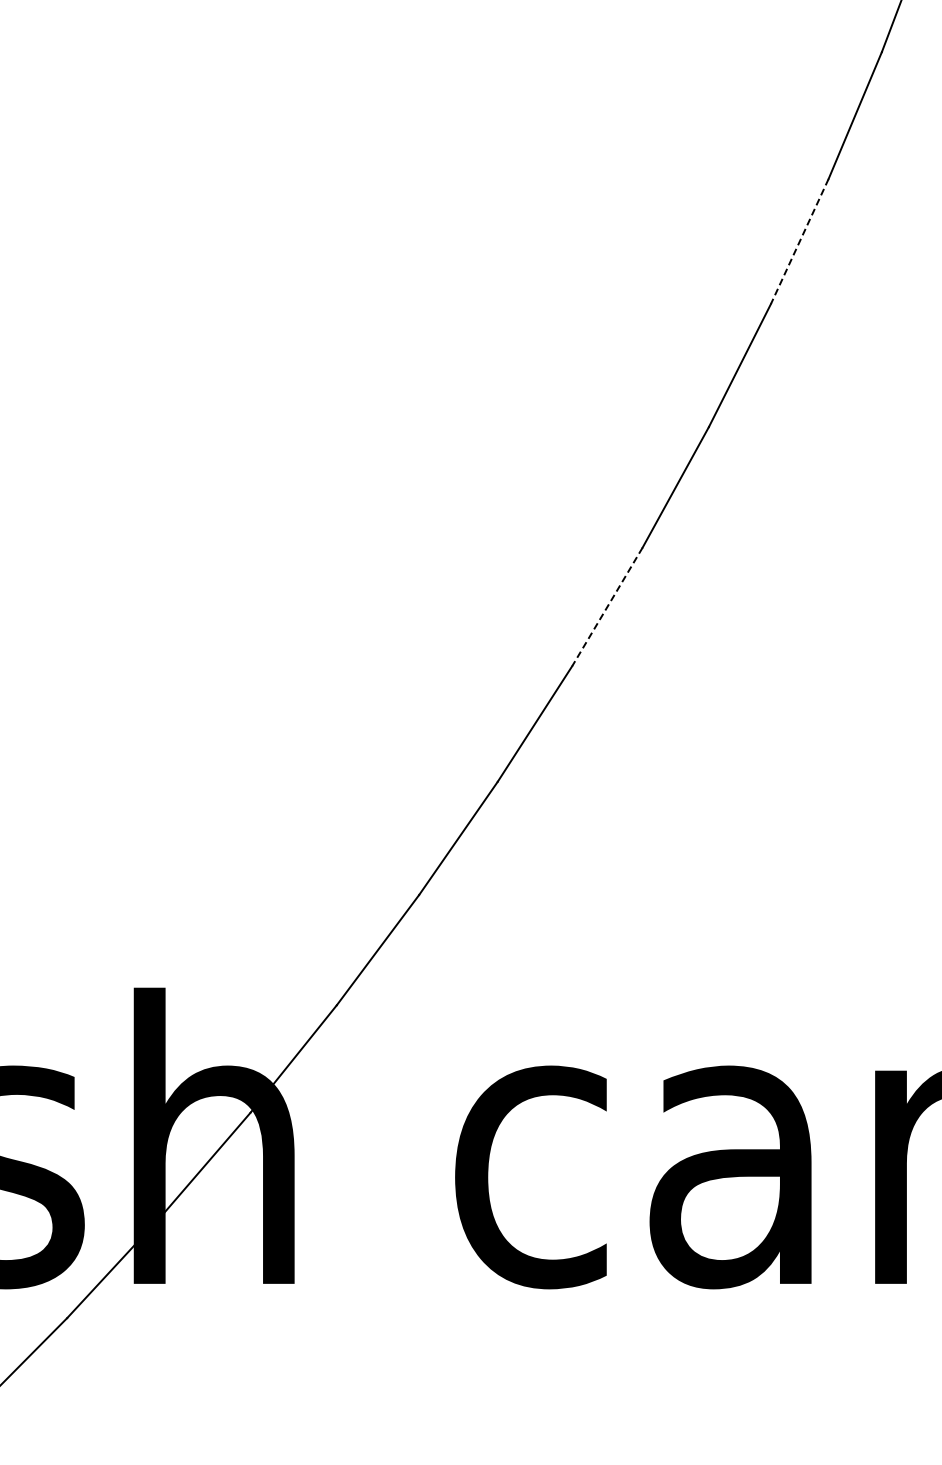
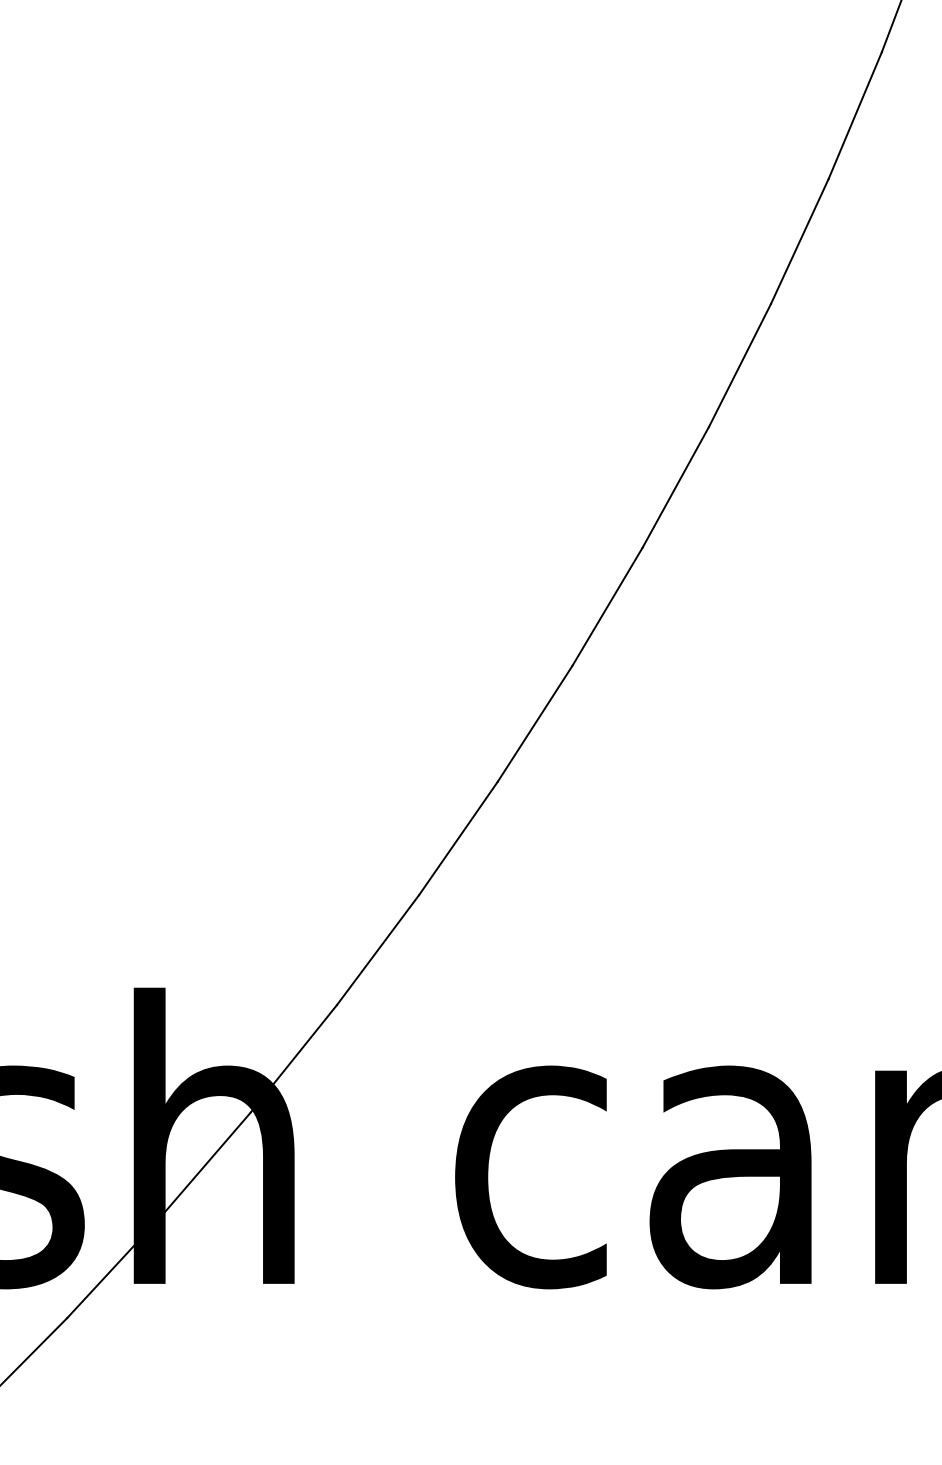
line at (799, 241): dashed -> solid
line at (607, 606): dashed -> solid
